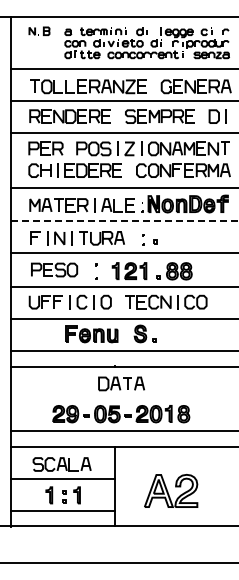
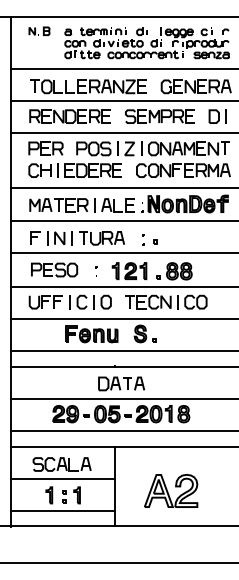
line at (124, 220): dashed -> solid
part at (96, 271) size: 3x17 px -> 3x11 px
line at (123, 398): none -> present
